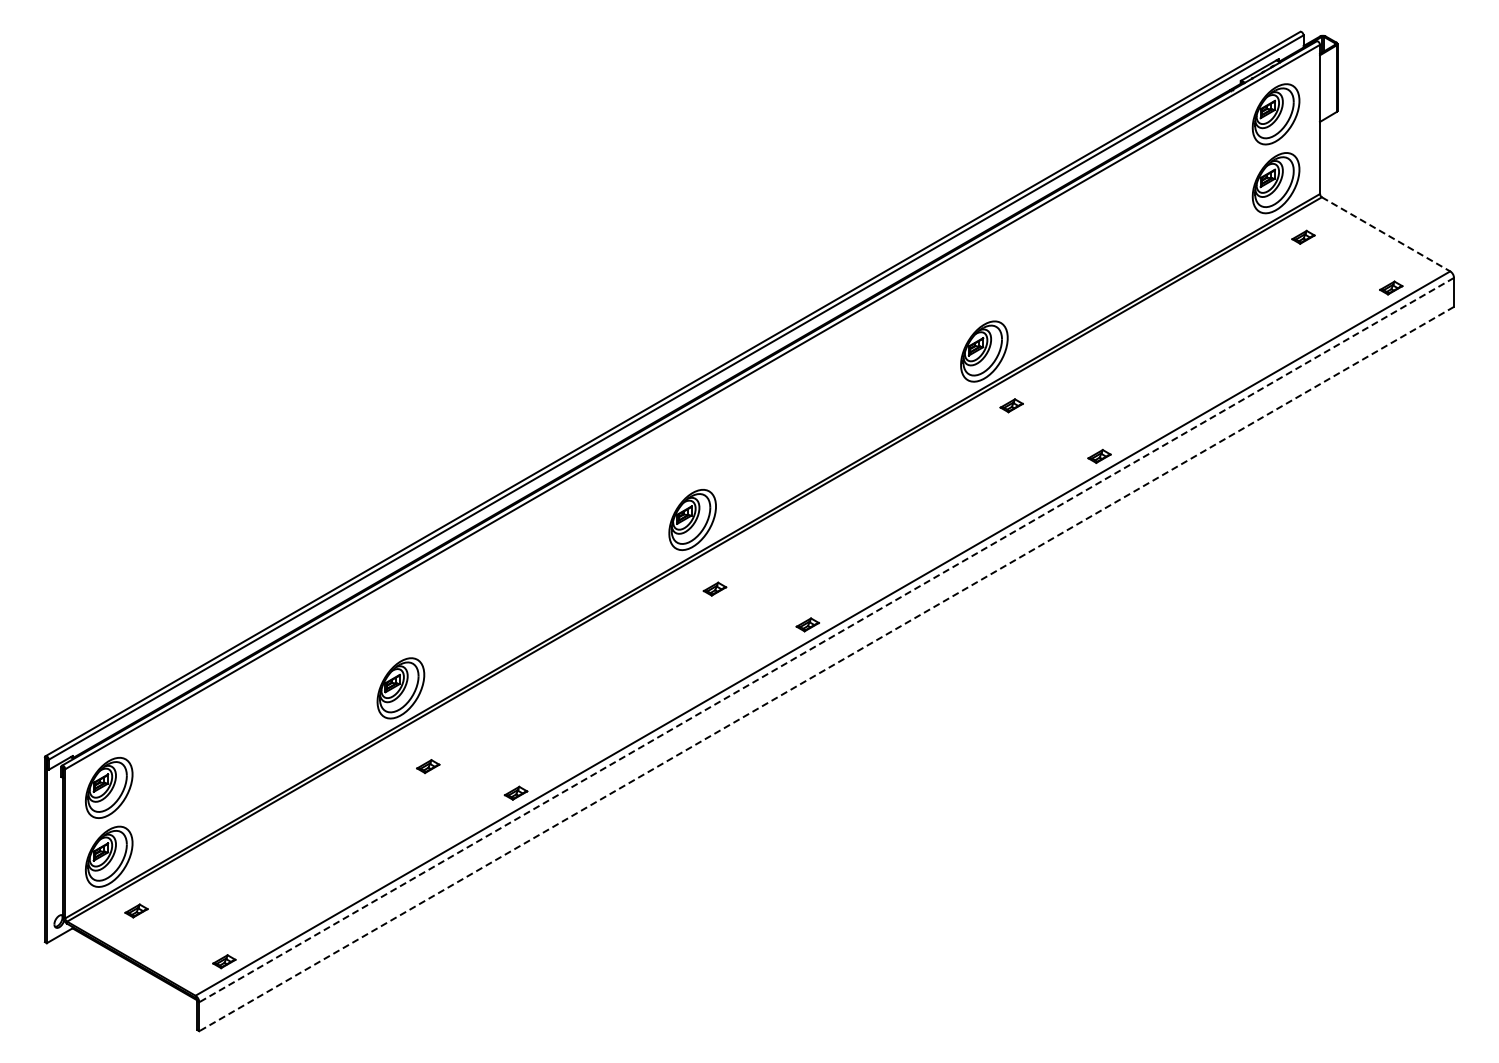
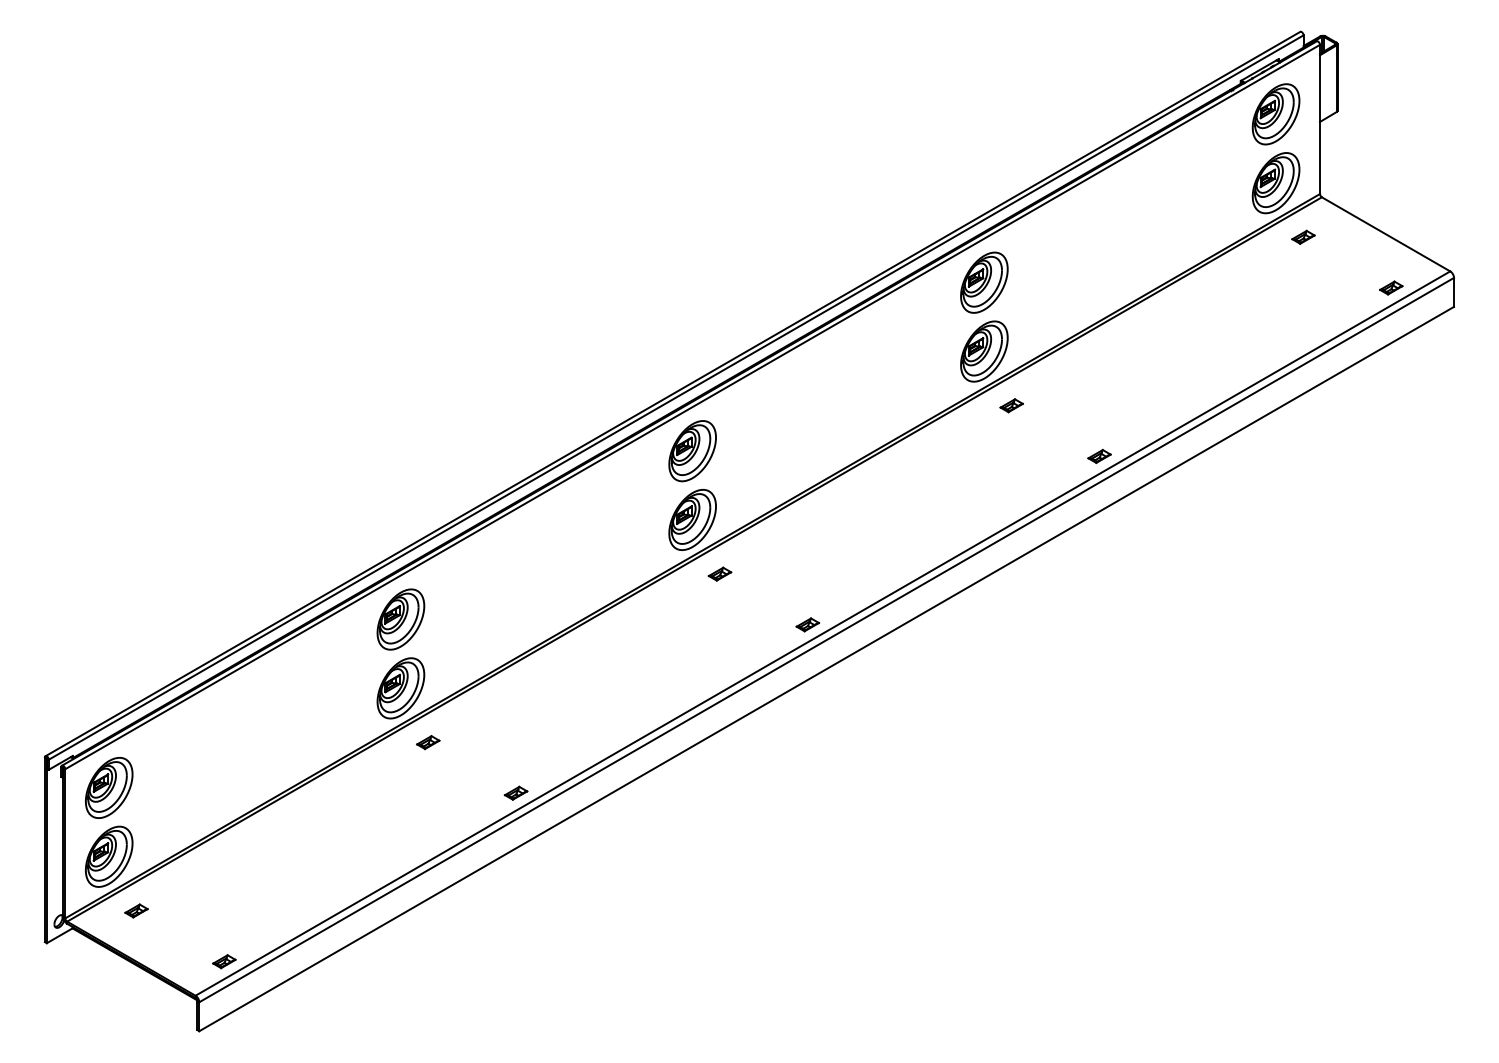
line at (1386, 234): dashed -> solid
part at (984, 282): none -> present
part at (692, 451): none -> present
part at (714, 588) position: (714, 588) -> (719, 573)
part at (400, 619): none -> present
line at (826, 640): dashed -> solid
line at (826, 669): dashed -> solid
part at (428, 766) position: (428, 766) -> (428, 742)
